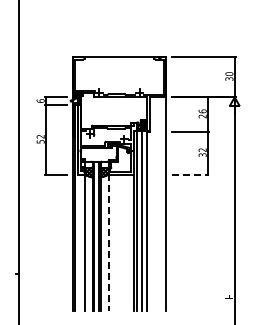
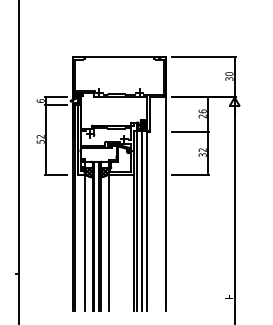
line at (190, 174): dashed -> solid
line at (108, 243): dashed -> solid
